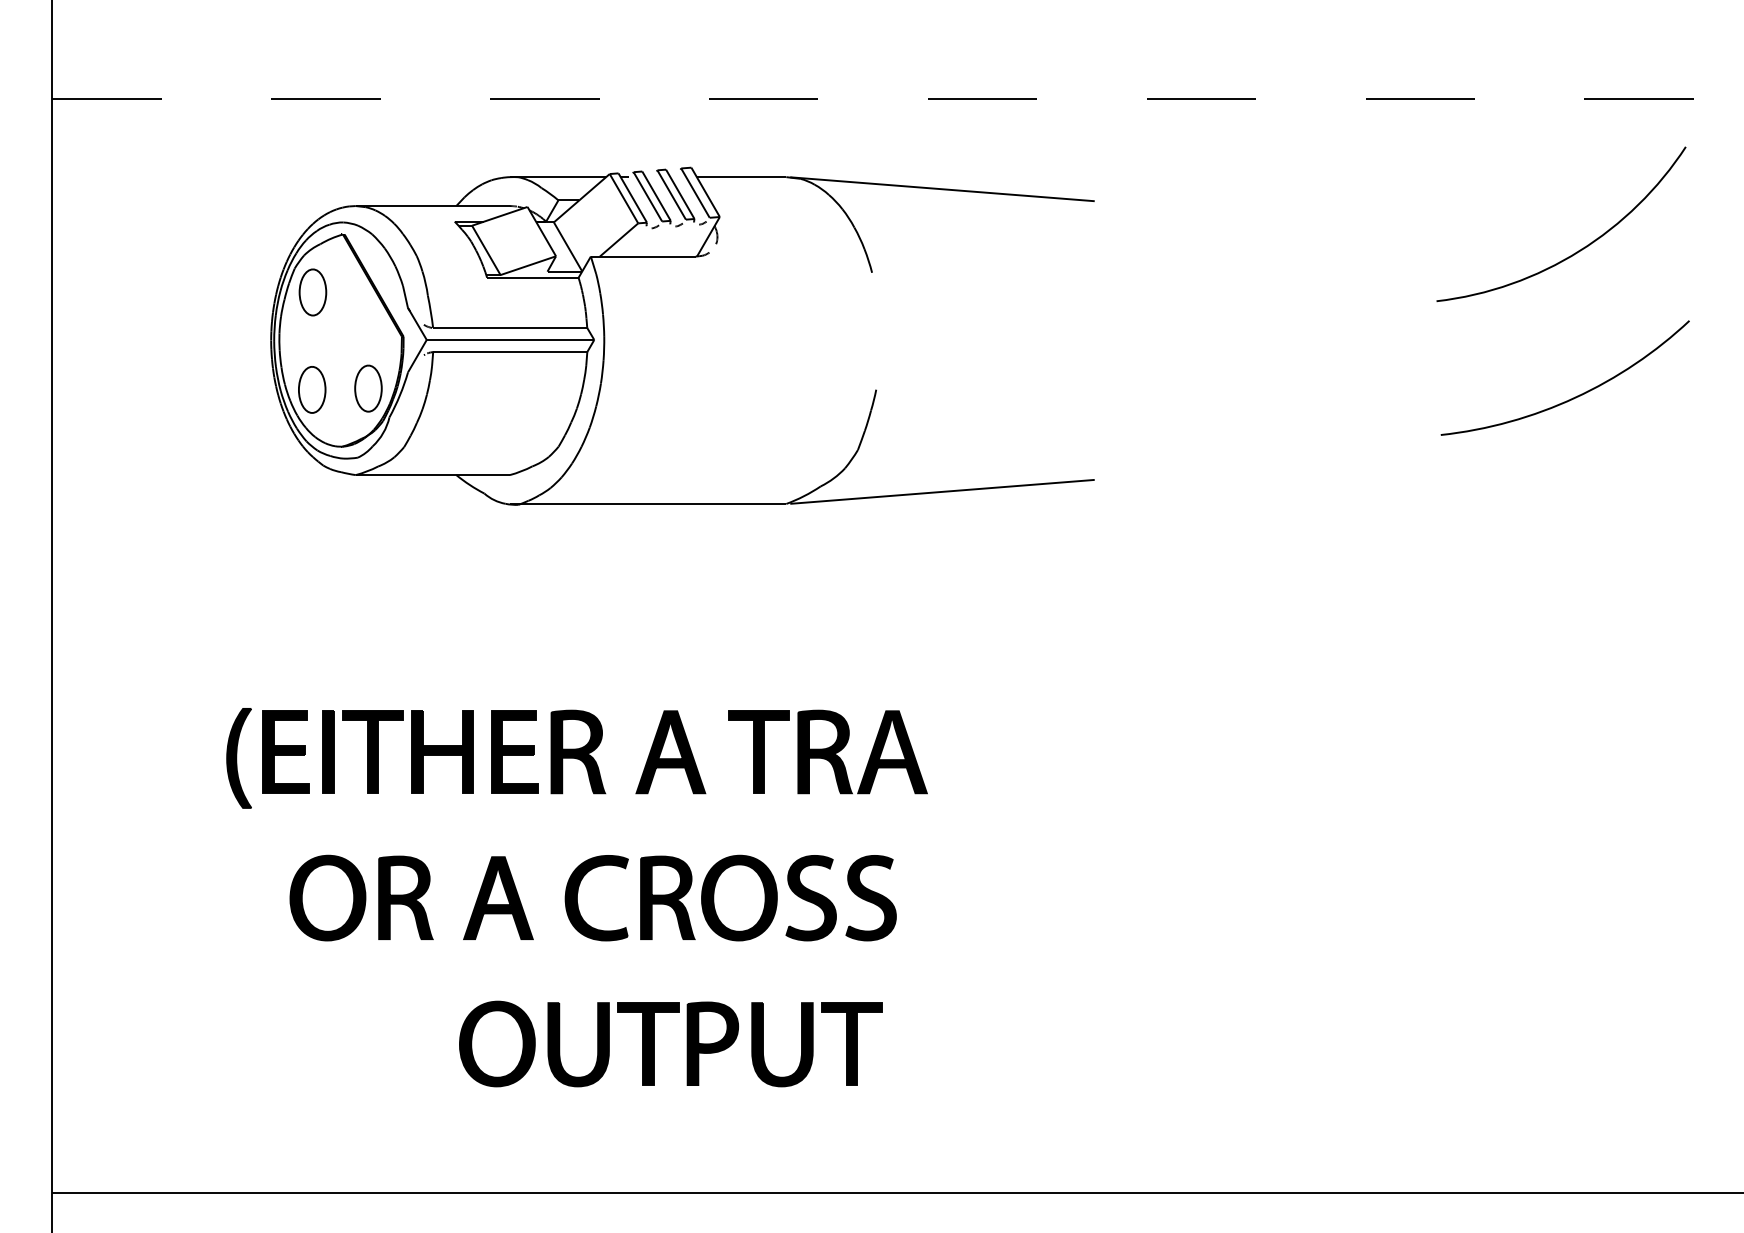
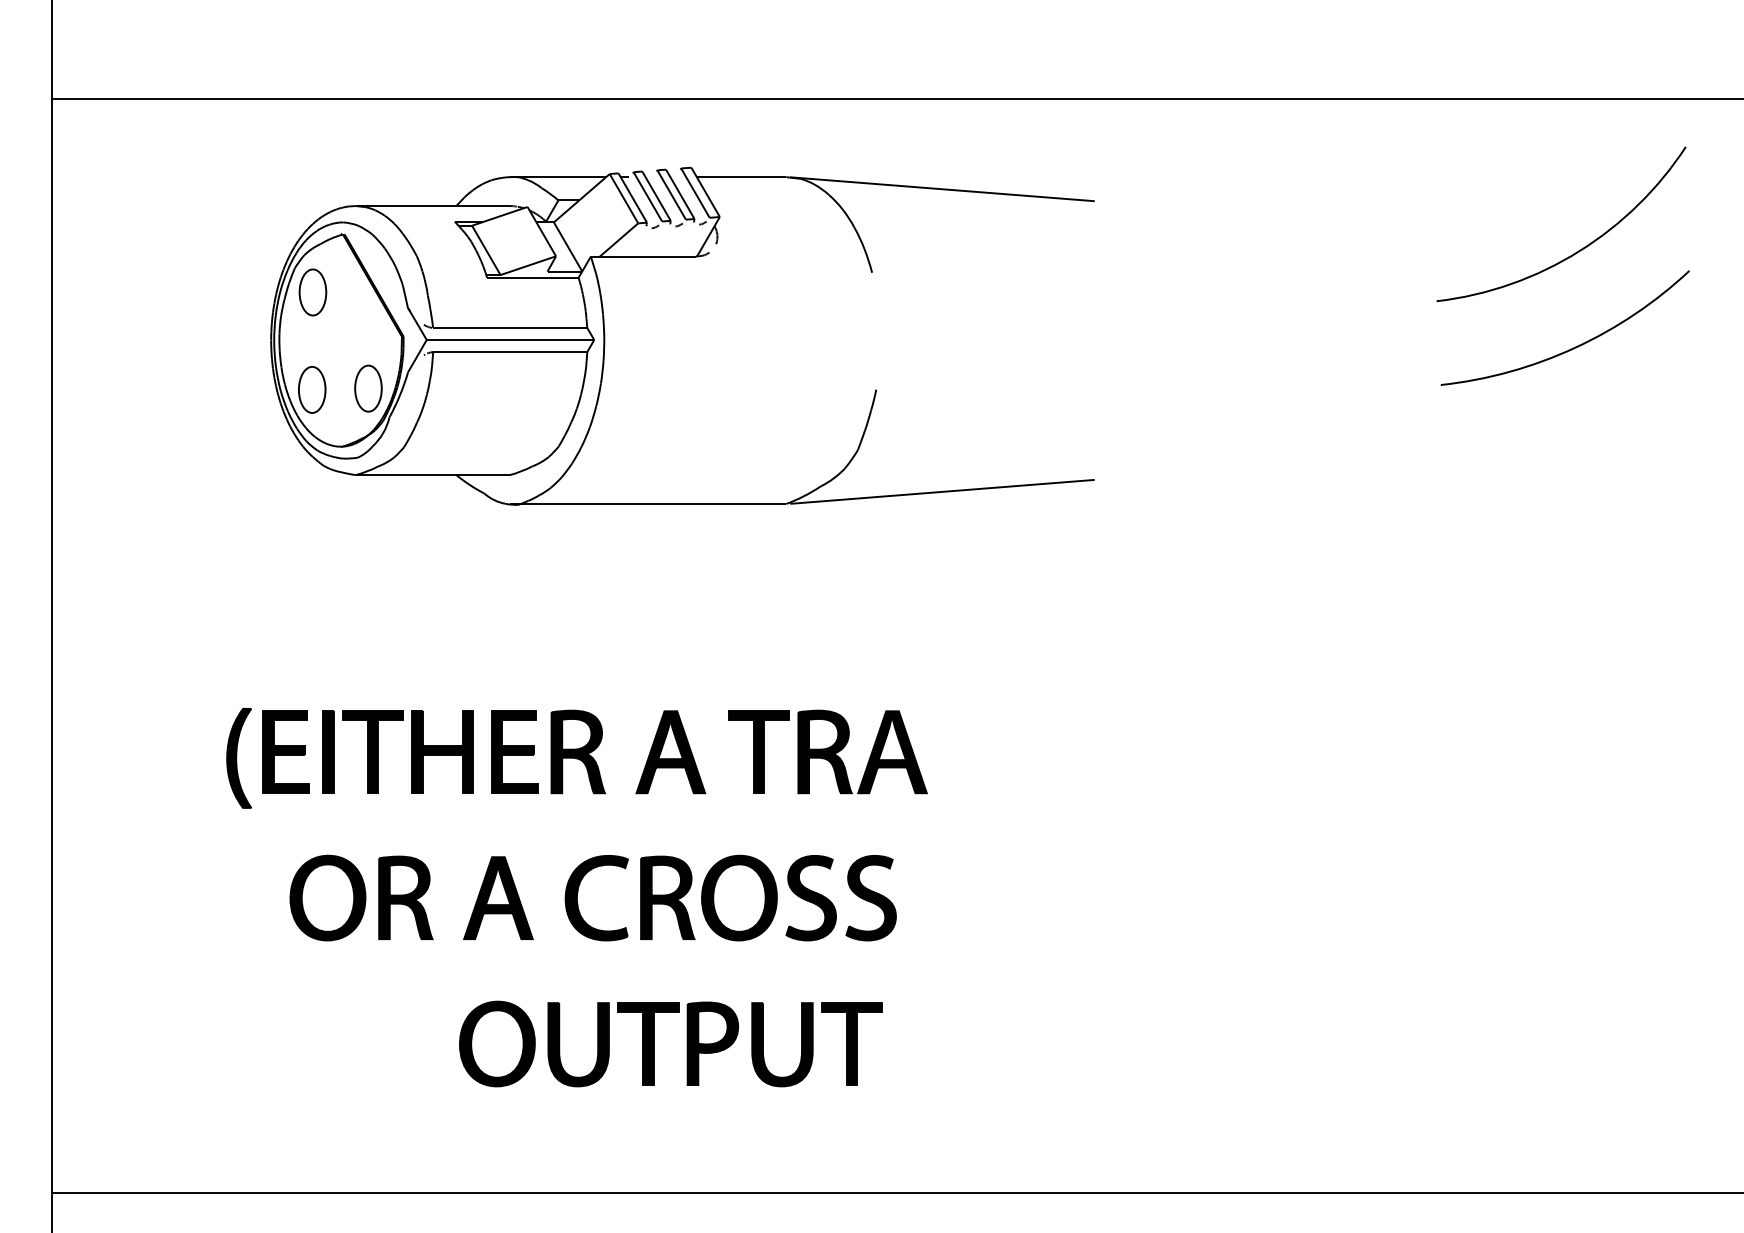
line at (898, 98): dashed -> solid
curve at (1570, 398) position: (1570, 398) -> (1570, 348)
